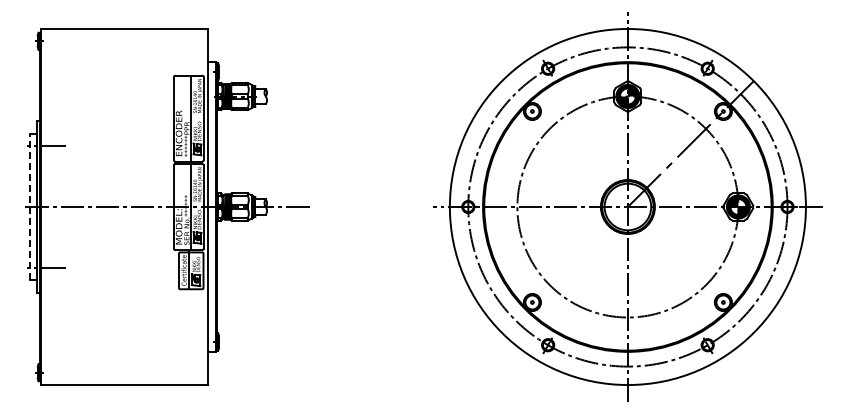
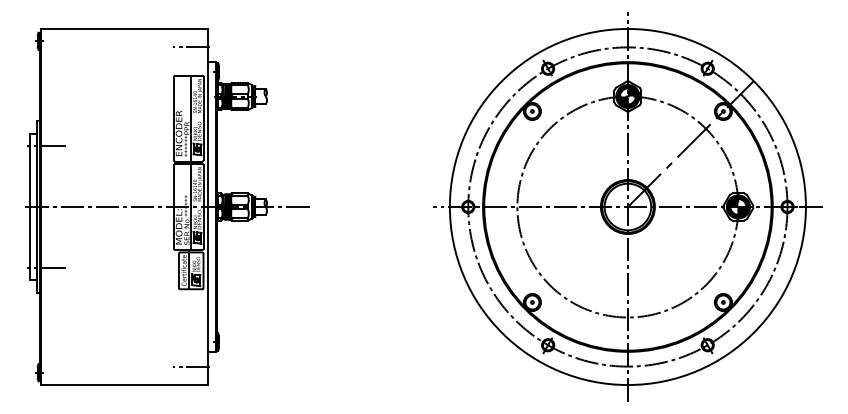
line at (191, 47): none -> present
line at (29, 206): dashed -> solid
line at (191, 366): none -> present
